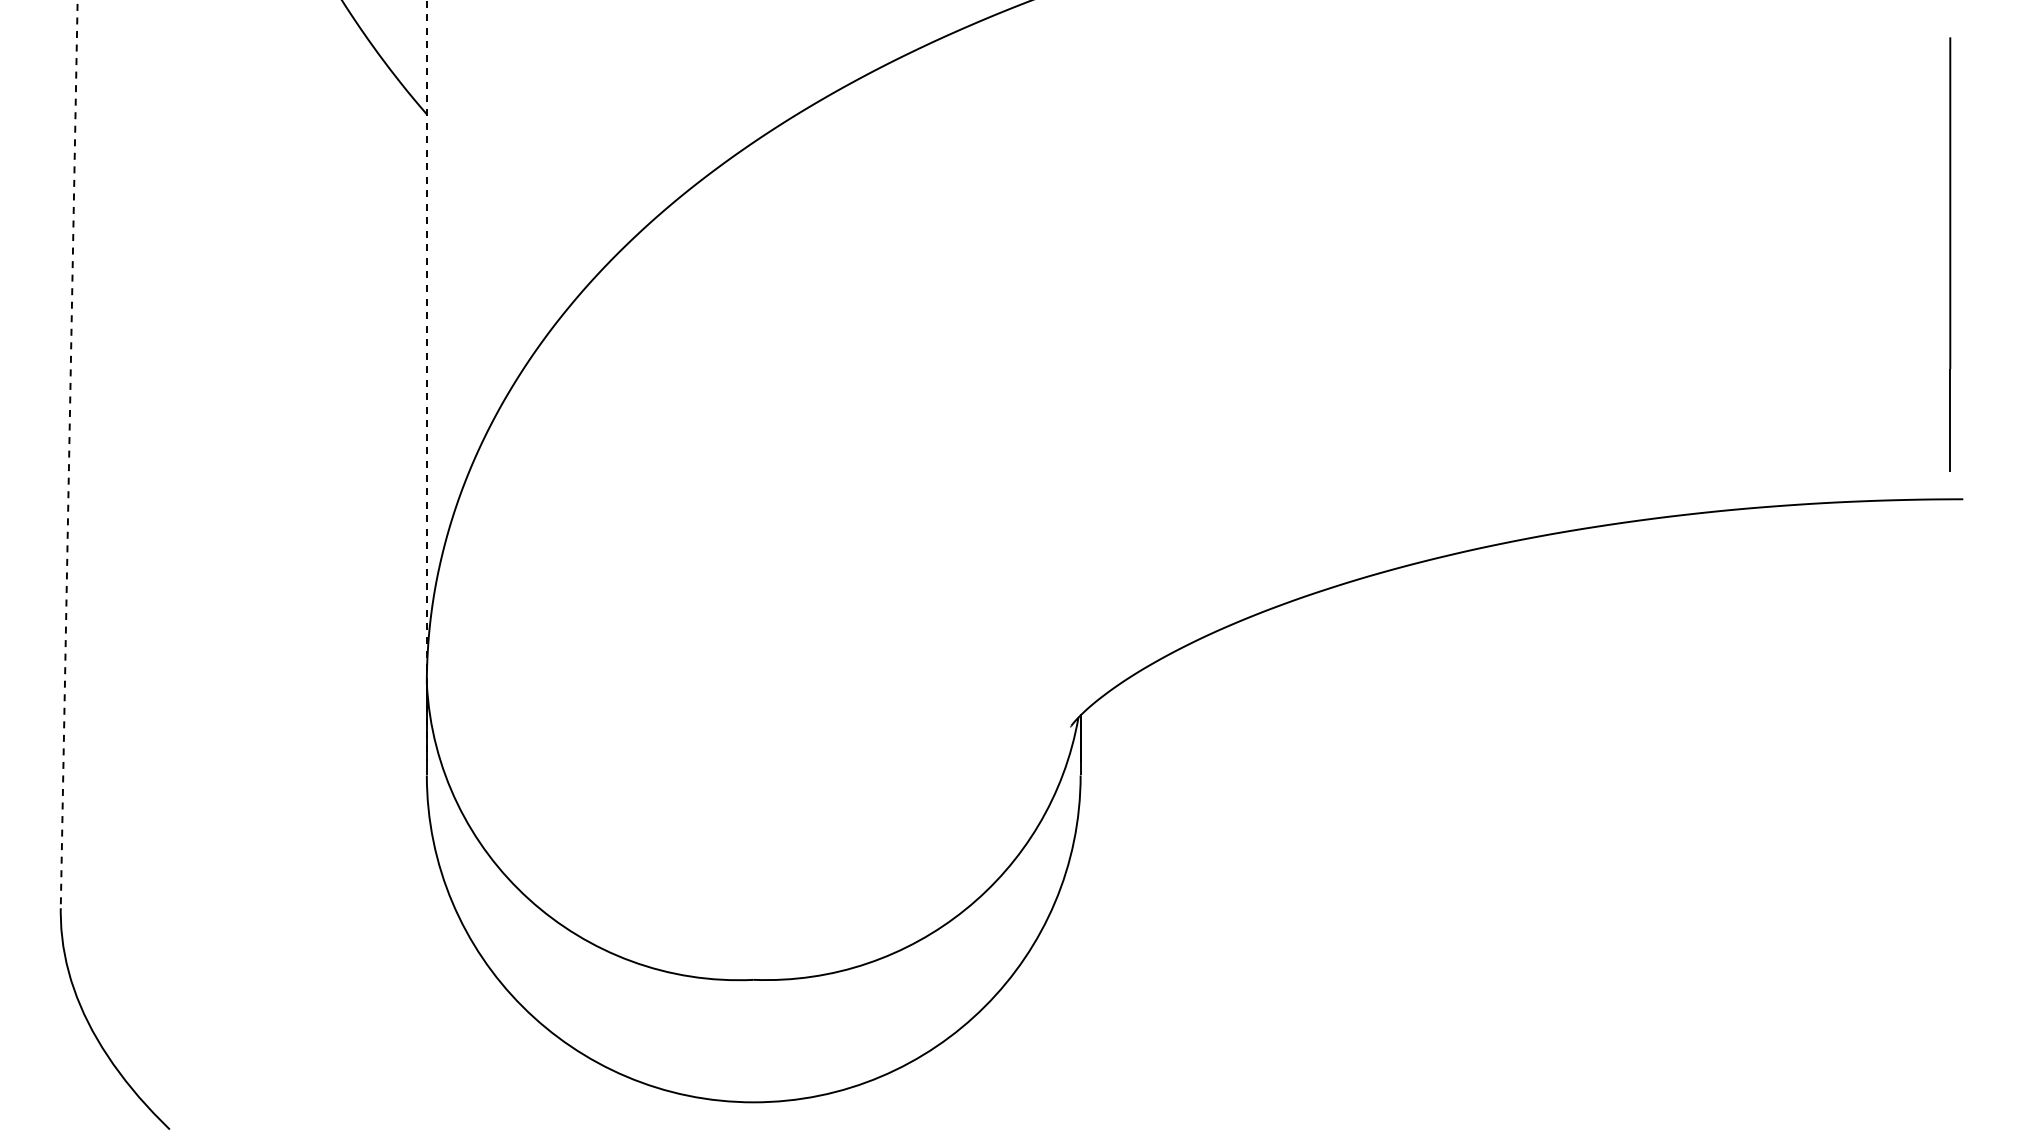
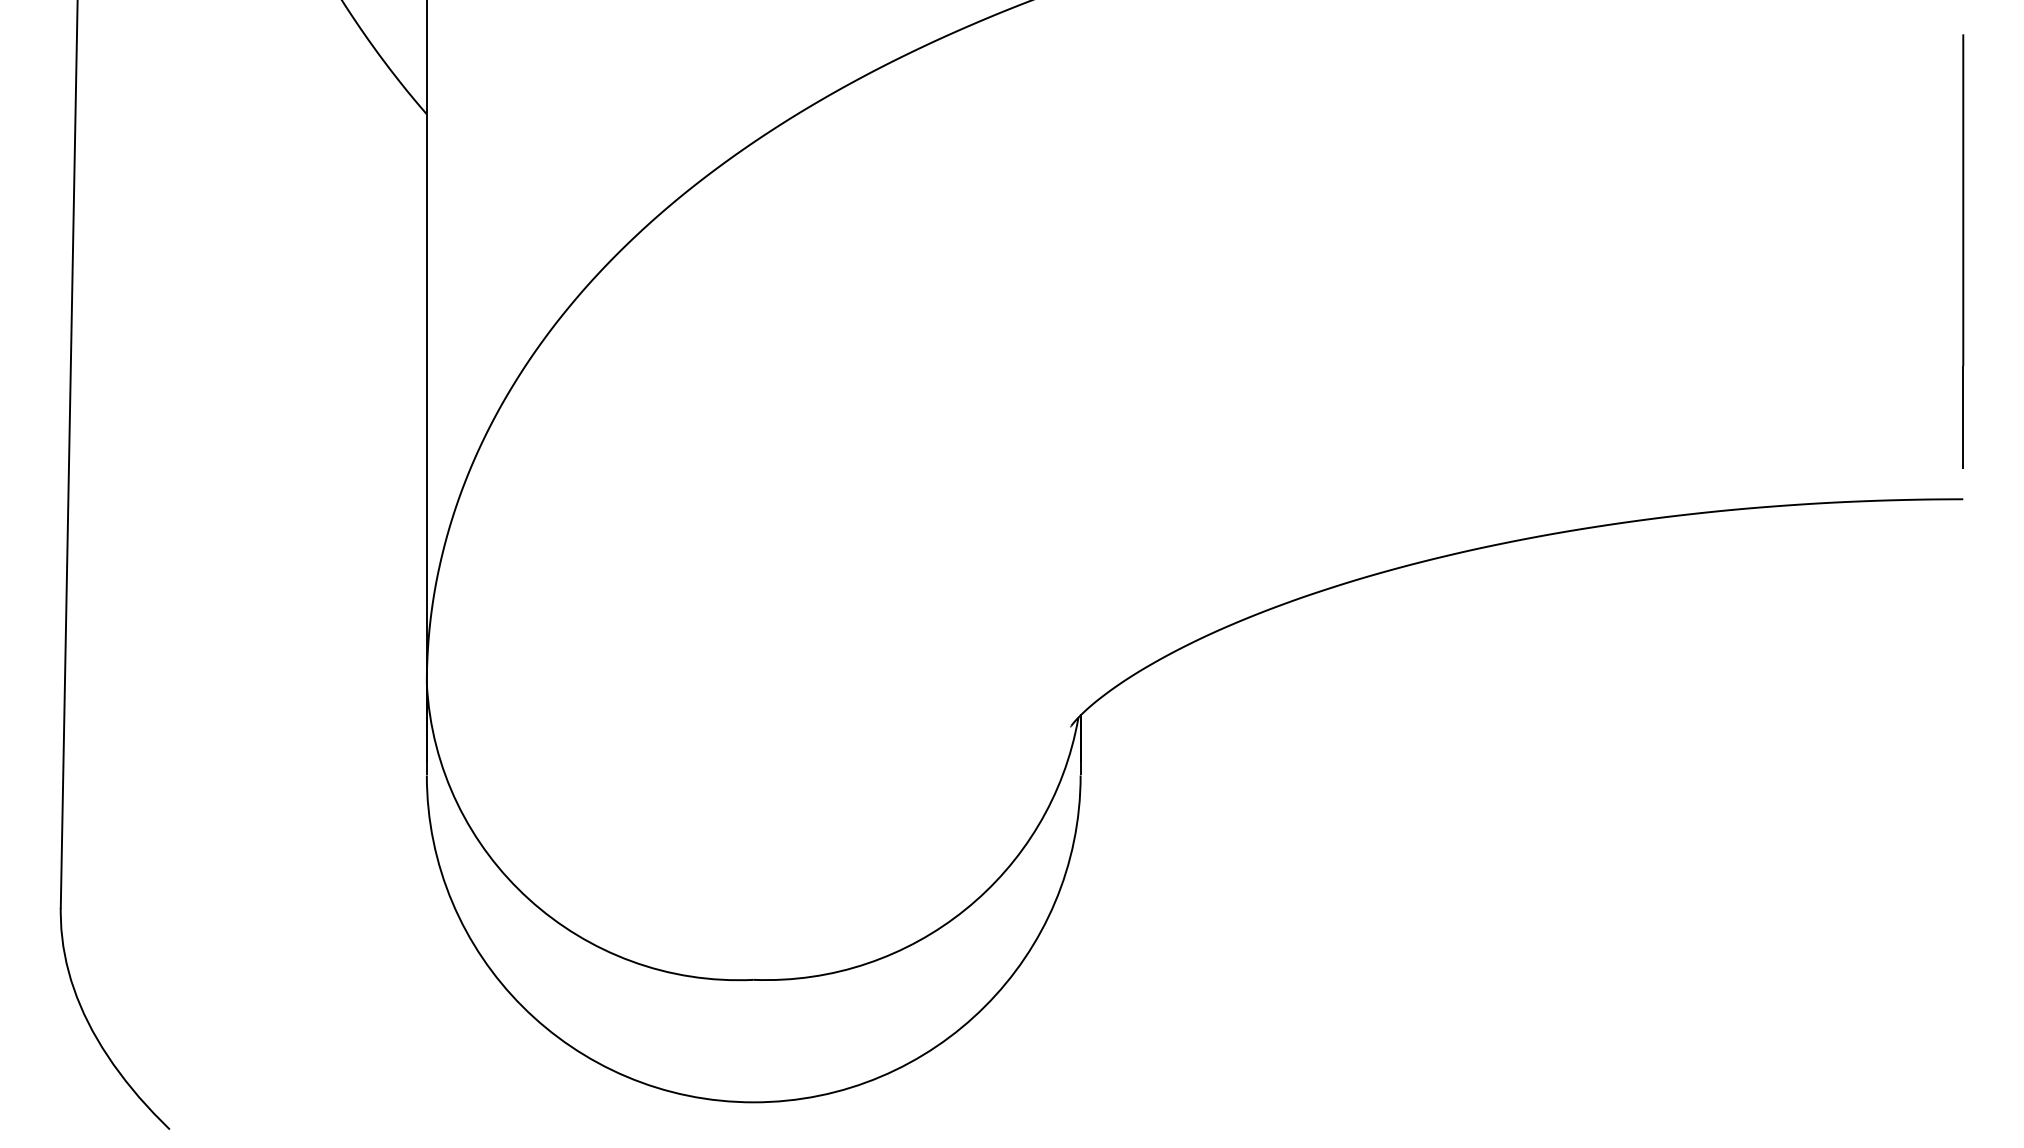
line at (1950, 254) position: (1950, 254) -> (1963, 251)
line at (426, 380): dashed -> solid
line at (69, 454): dashed -> solid
